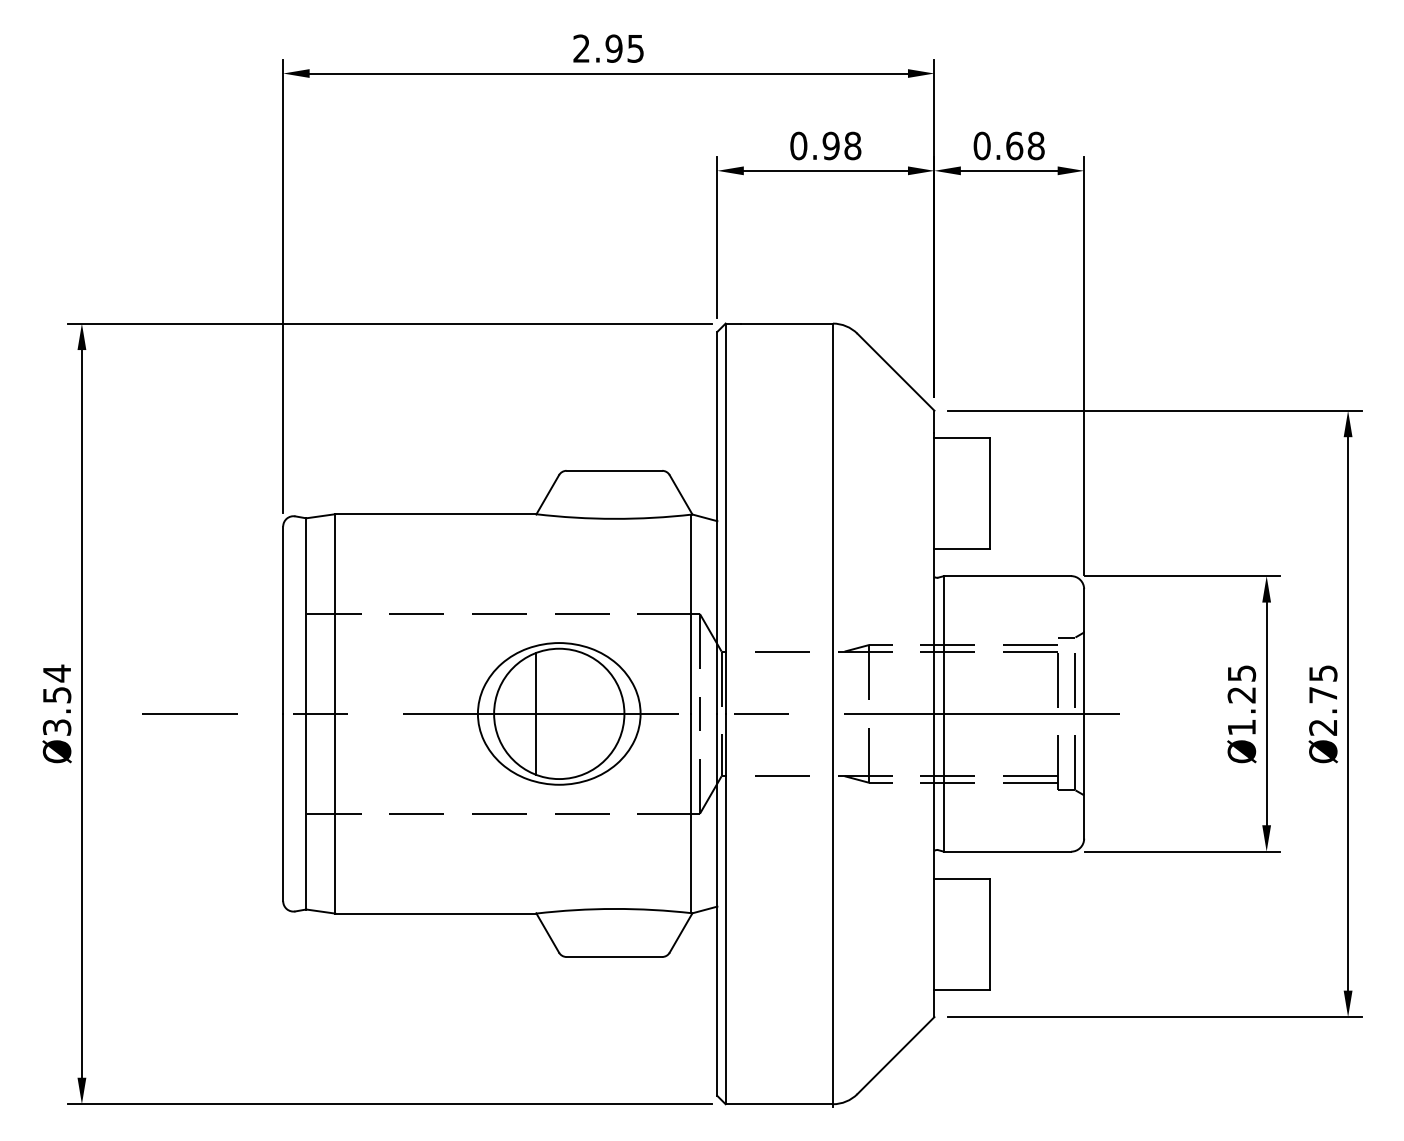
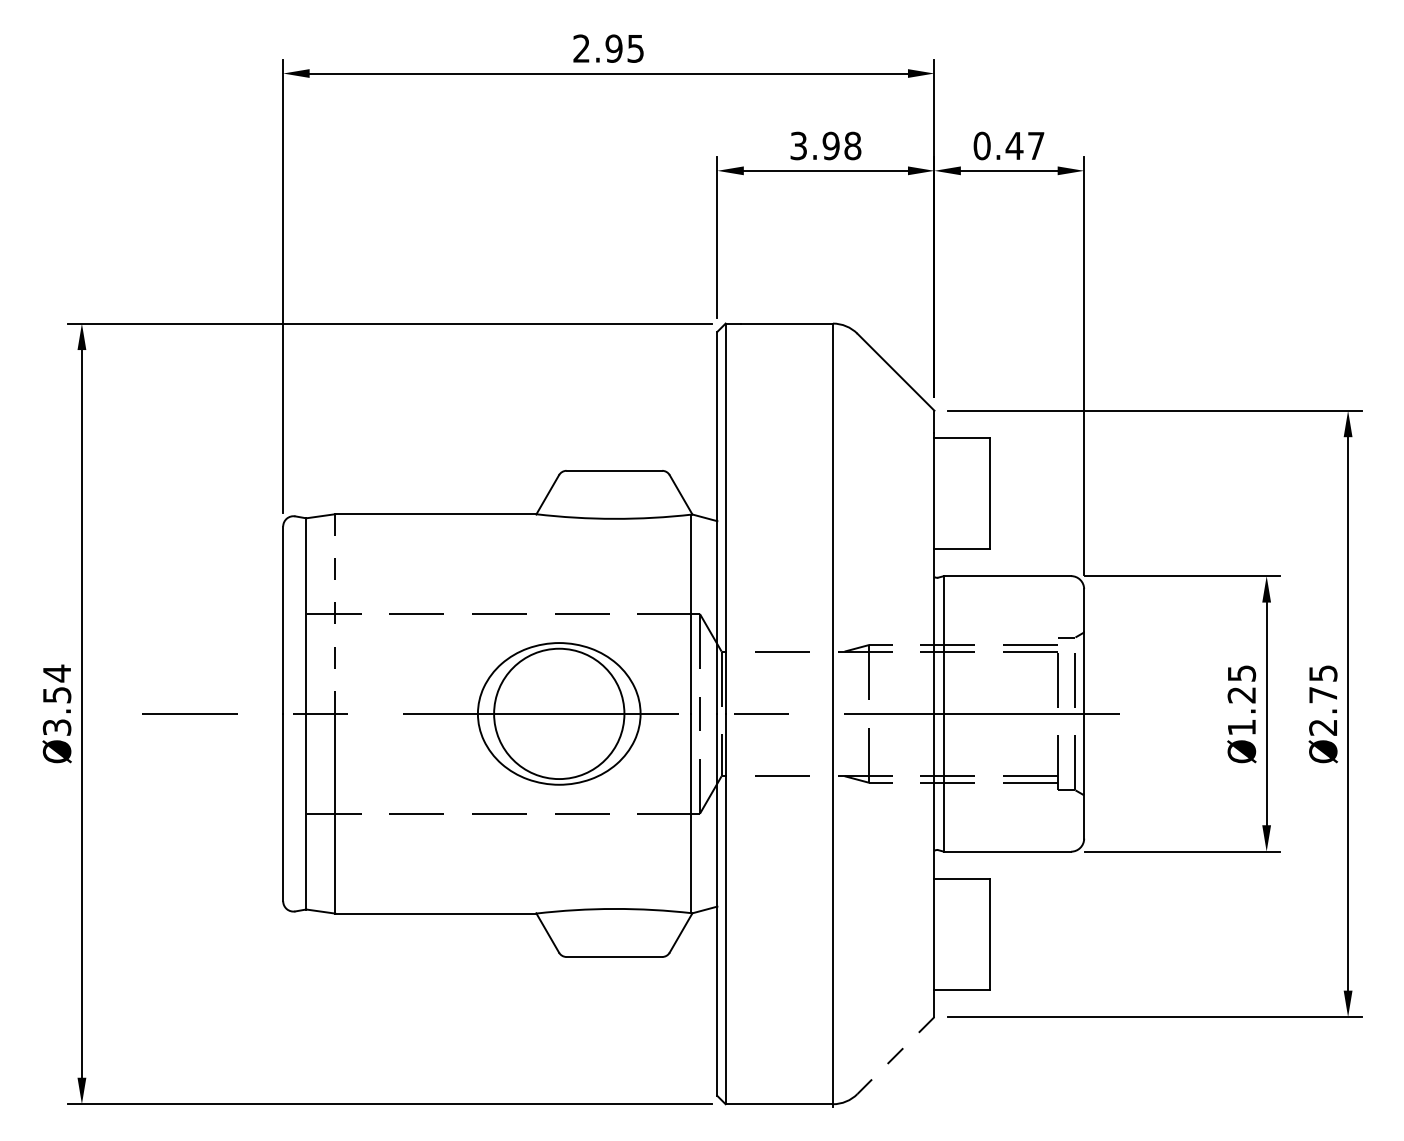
text at (798, 145): 0.98 -> 3.98
text at (1024, 145): 0.68 -> 0.47
line at (335, 614): solid -> dashed
line at (536, 713): present -> none
line at (895, 1055): solid -> dashed
